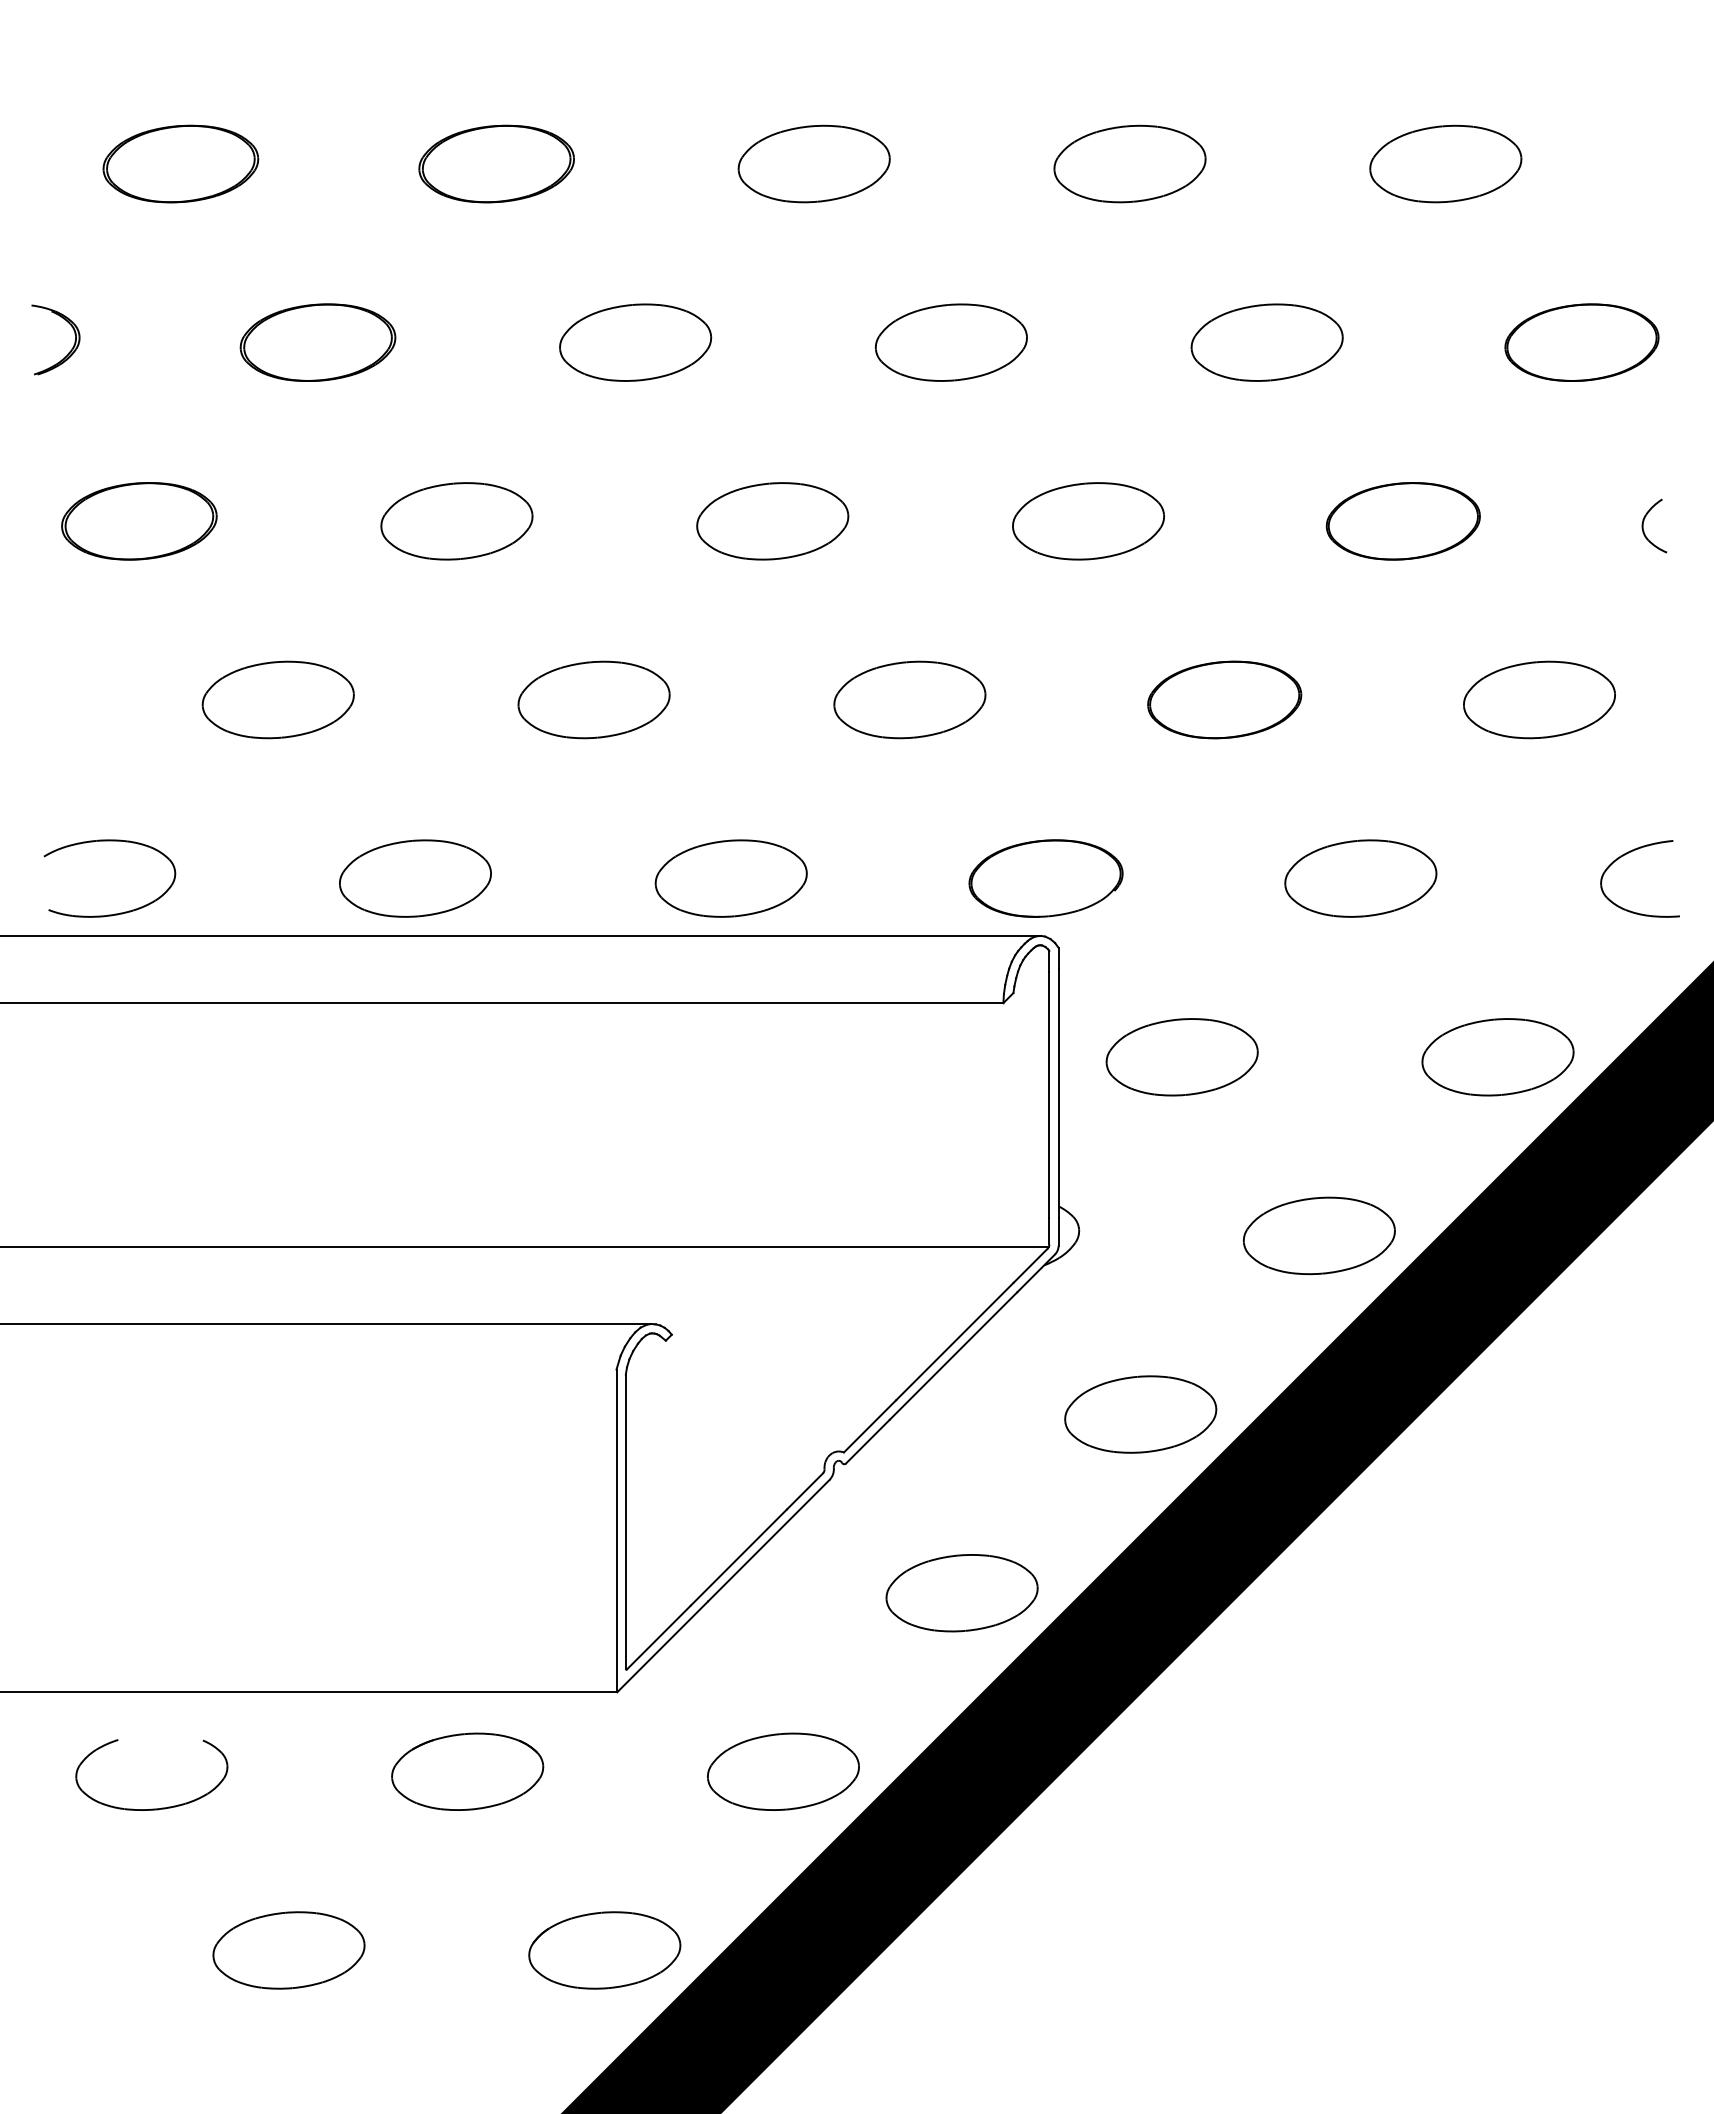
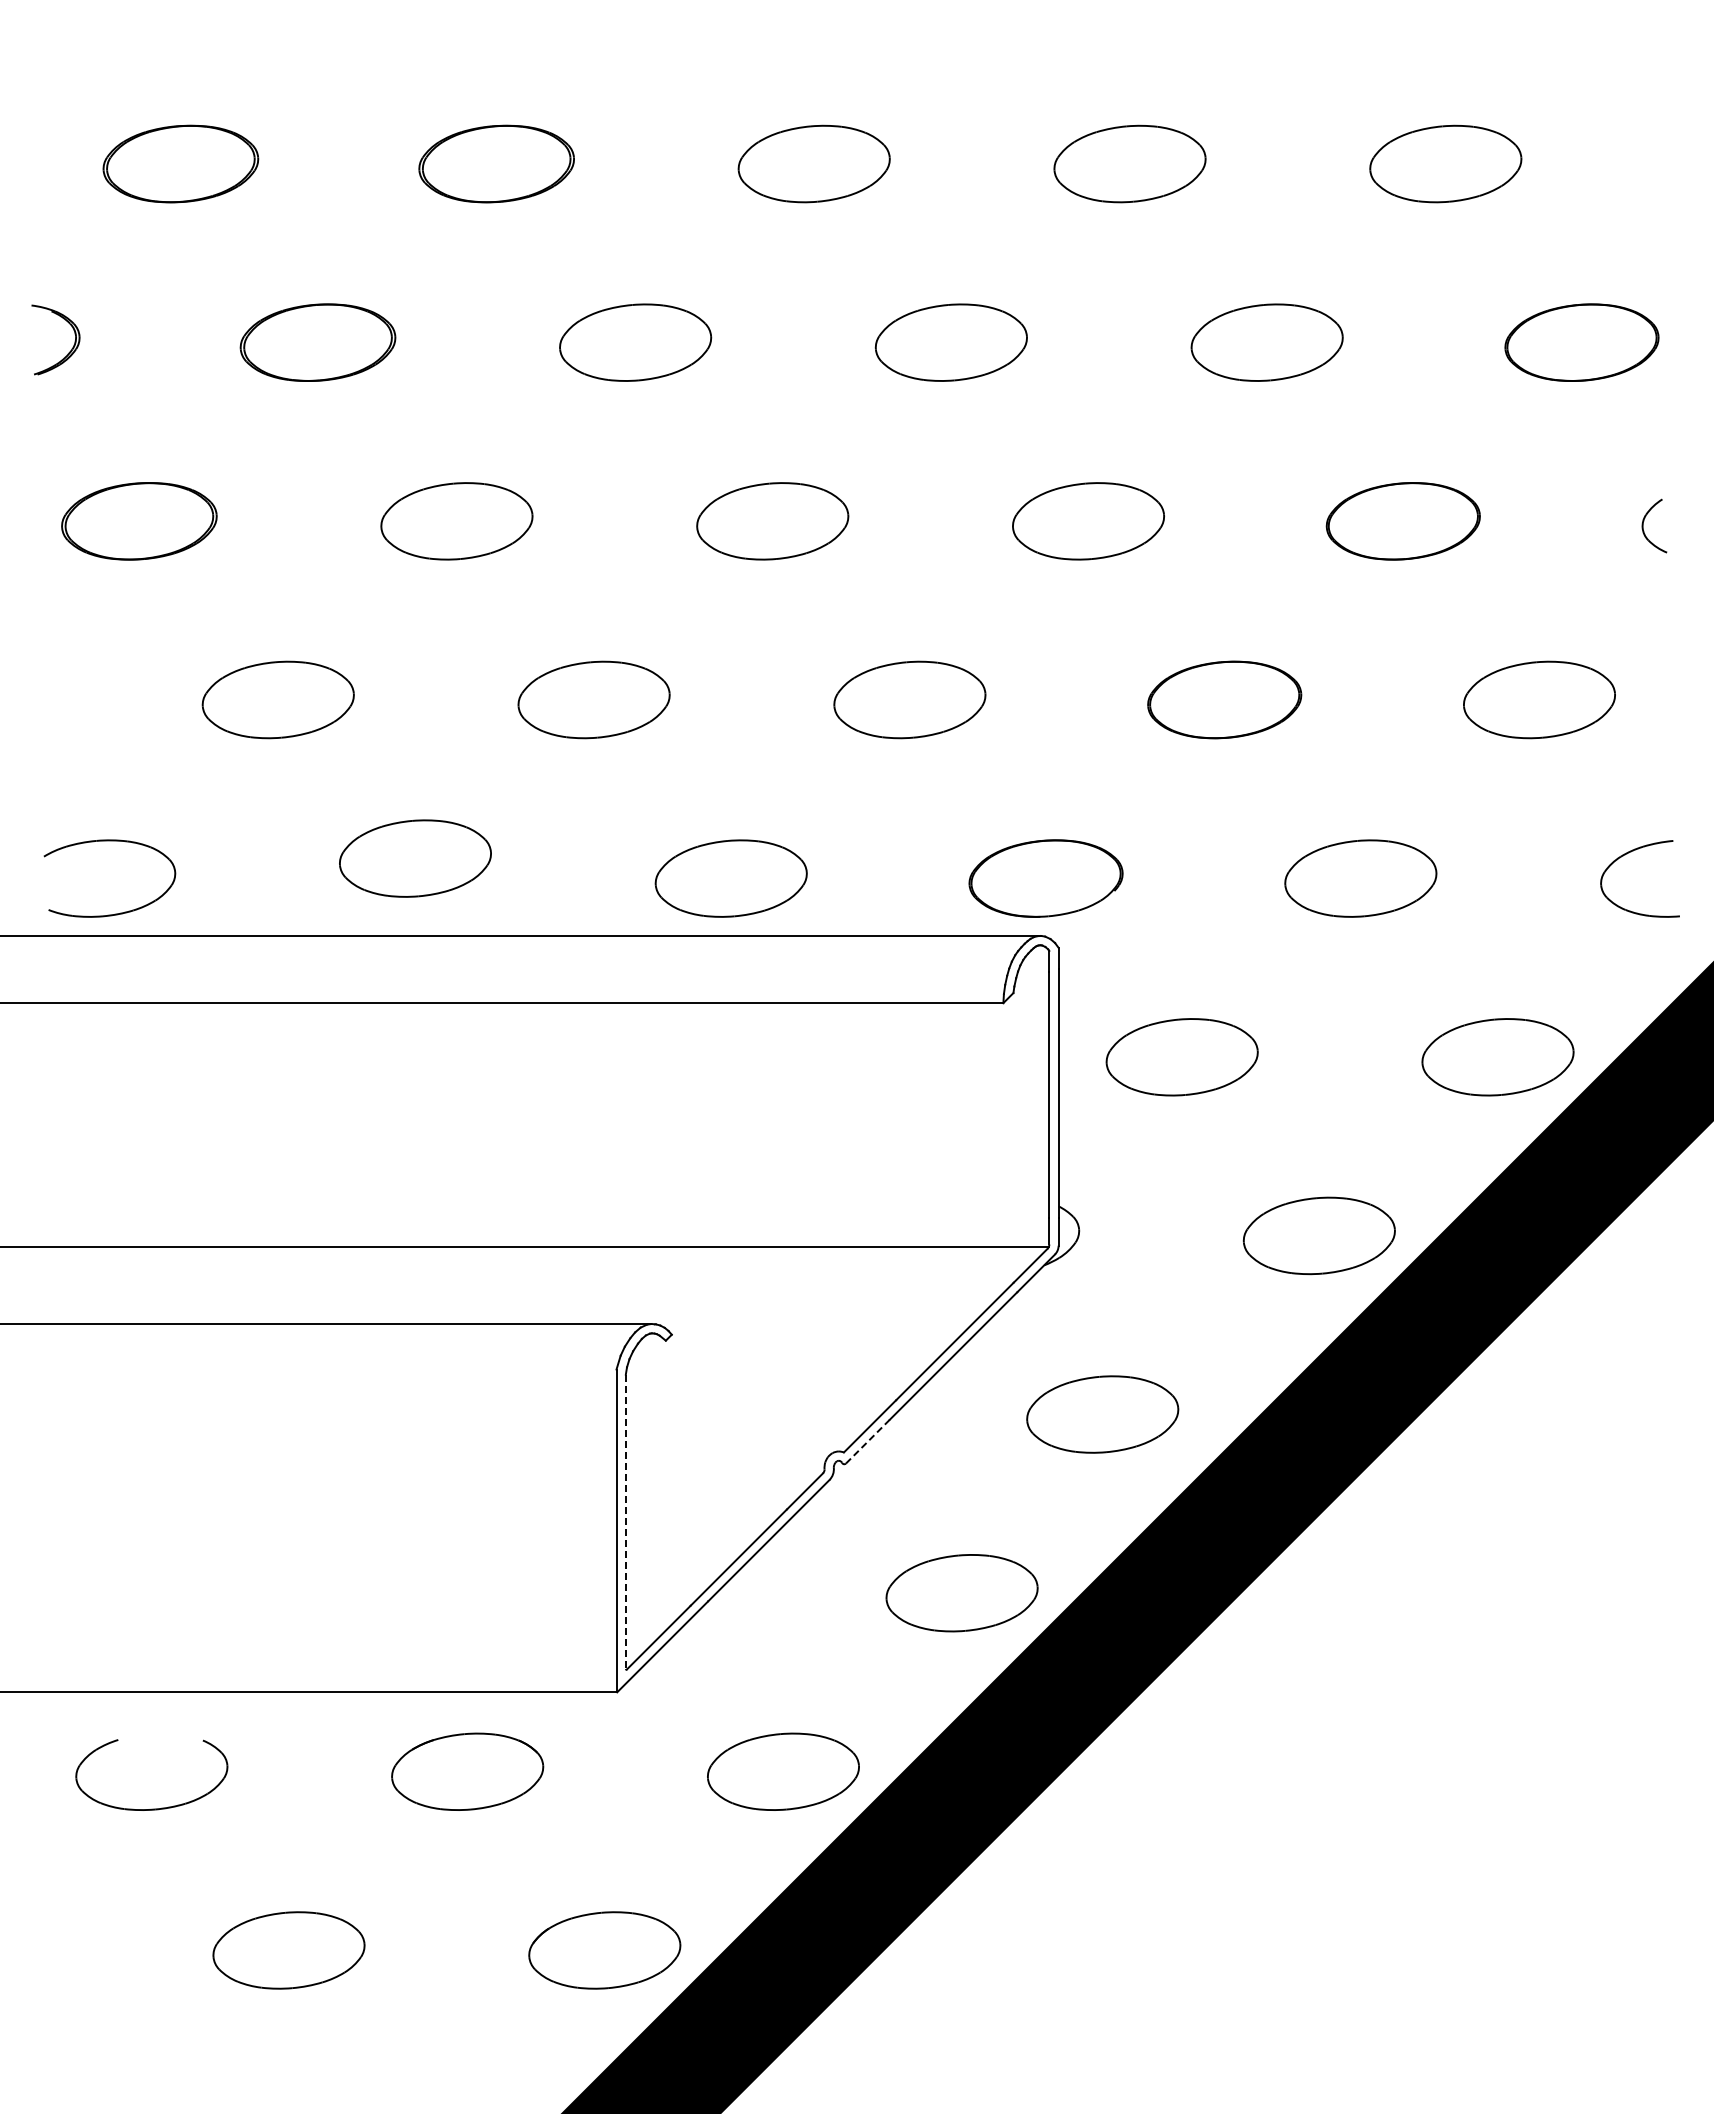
part at (415, 878) position: (415, 878) -> (415, 858)
part at (1140, 1414) position: (1140, 1414) -> (1102, 1414)
line at (867, 1442): solid -> dashed
line at (625, 1522): solid -> dashed
